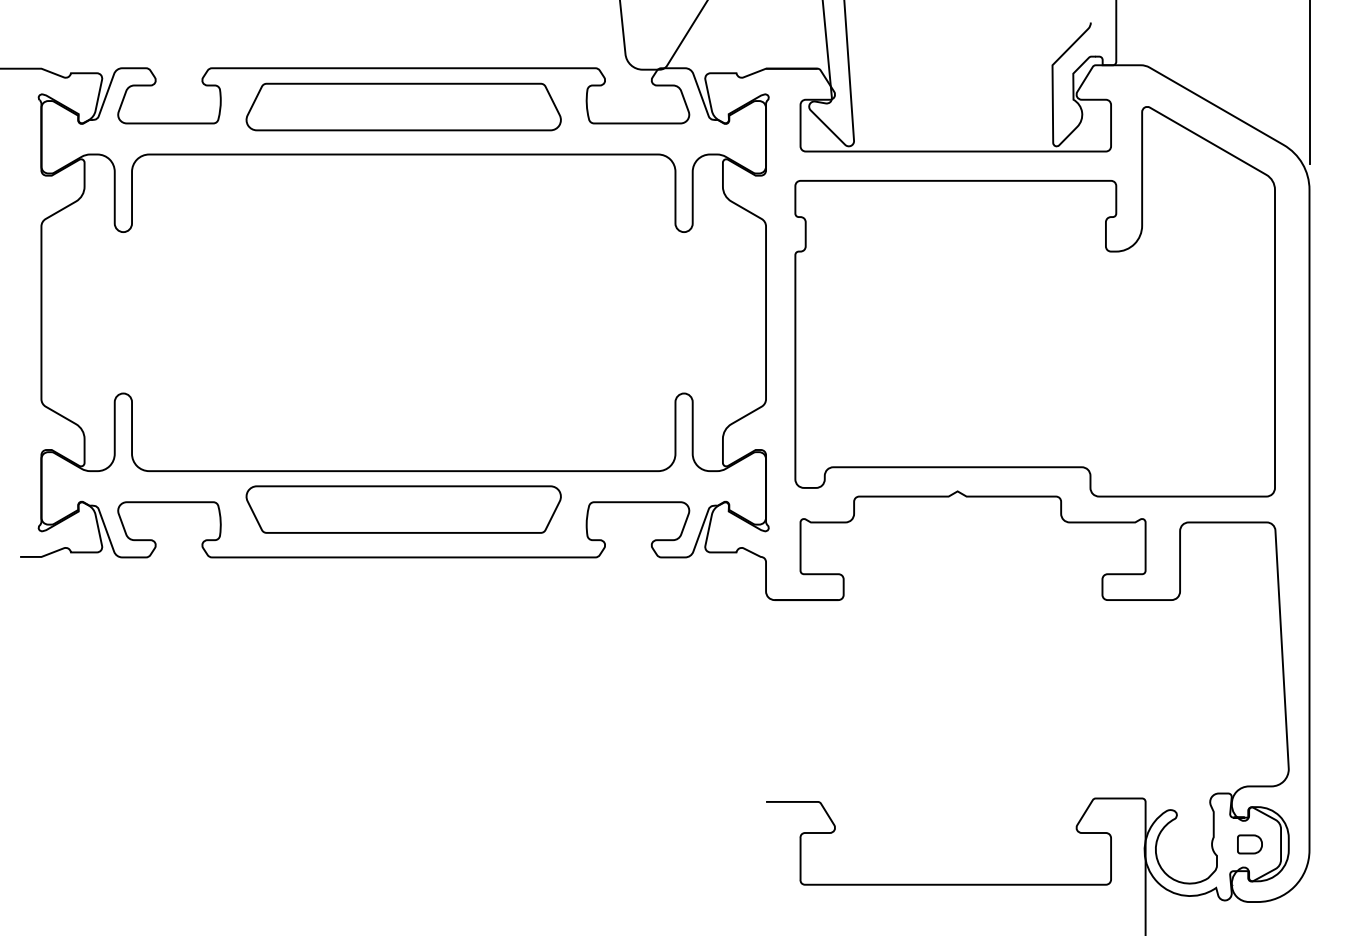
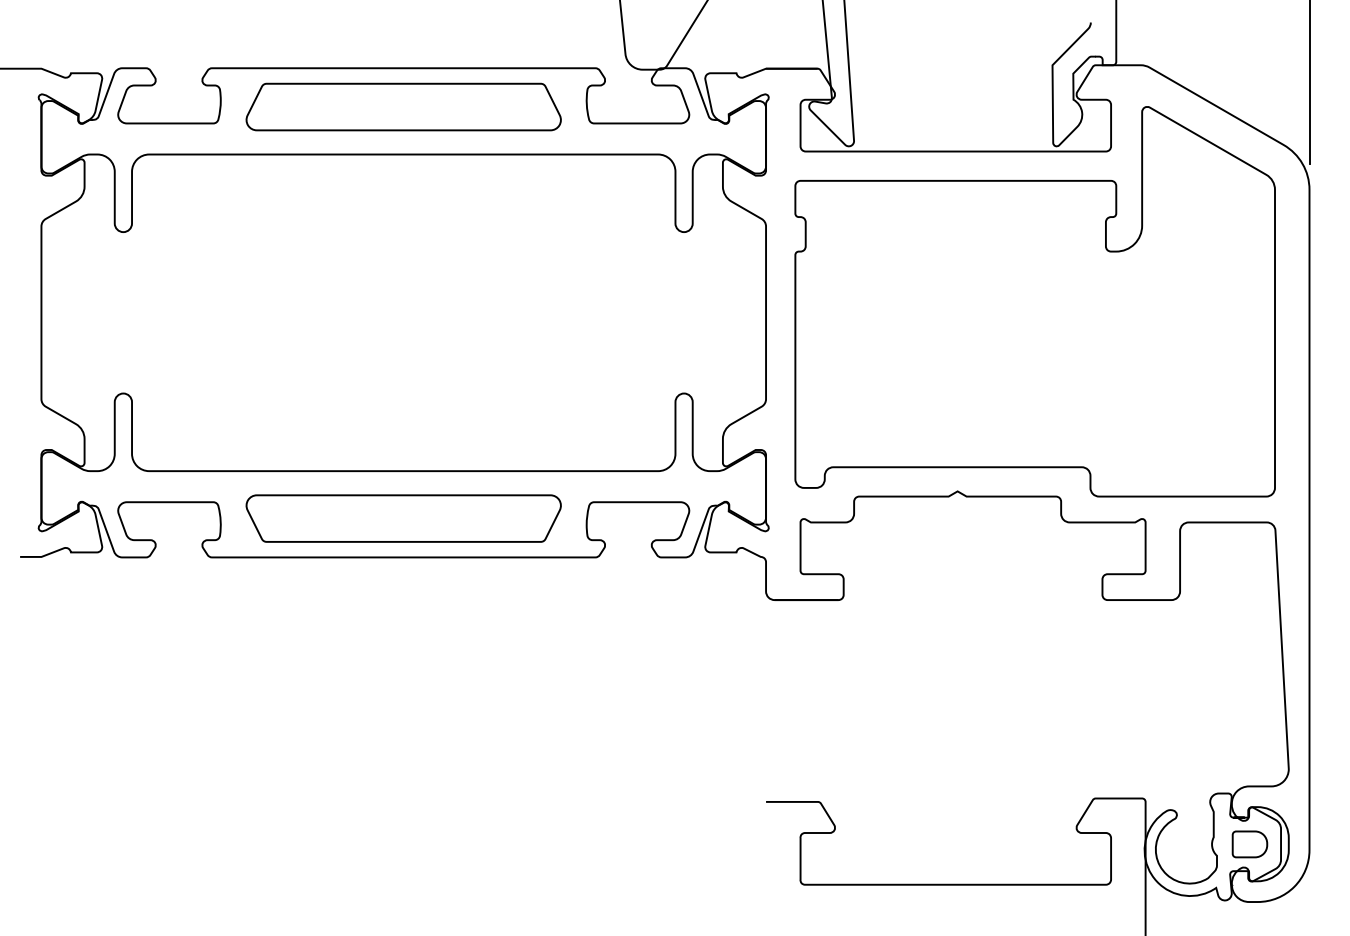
part at (403, 509) position: (403, 509) -> (403, 518)
part at (1249, 844) size: 26x21 px -> 38x29 px
